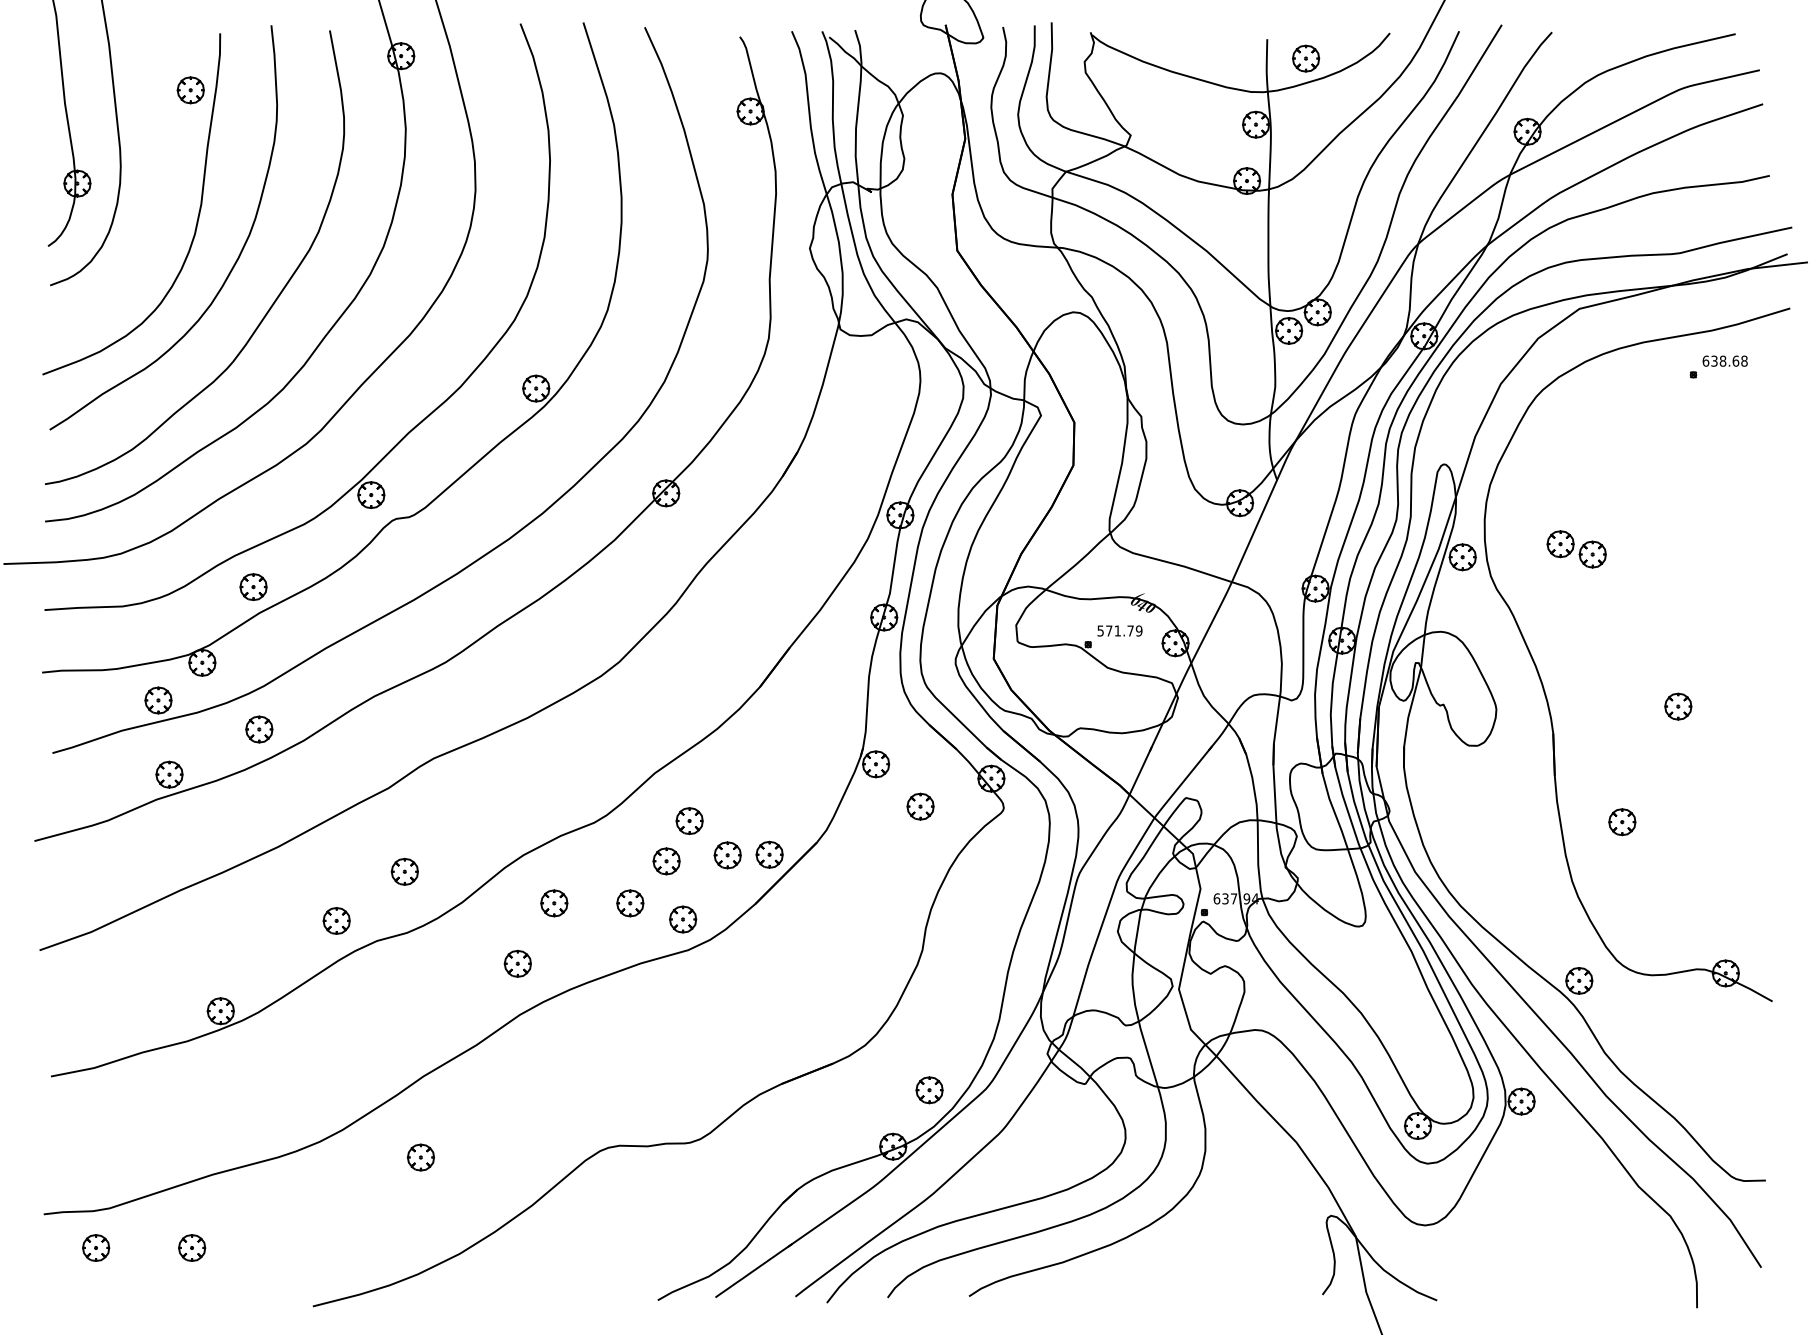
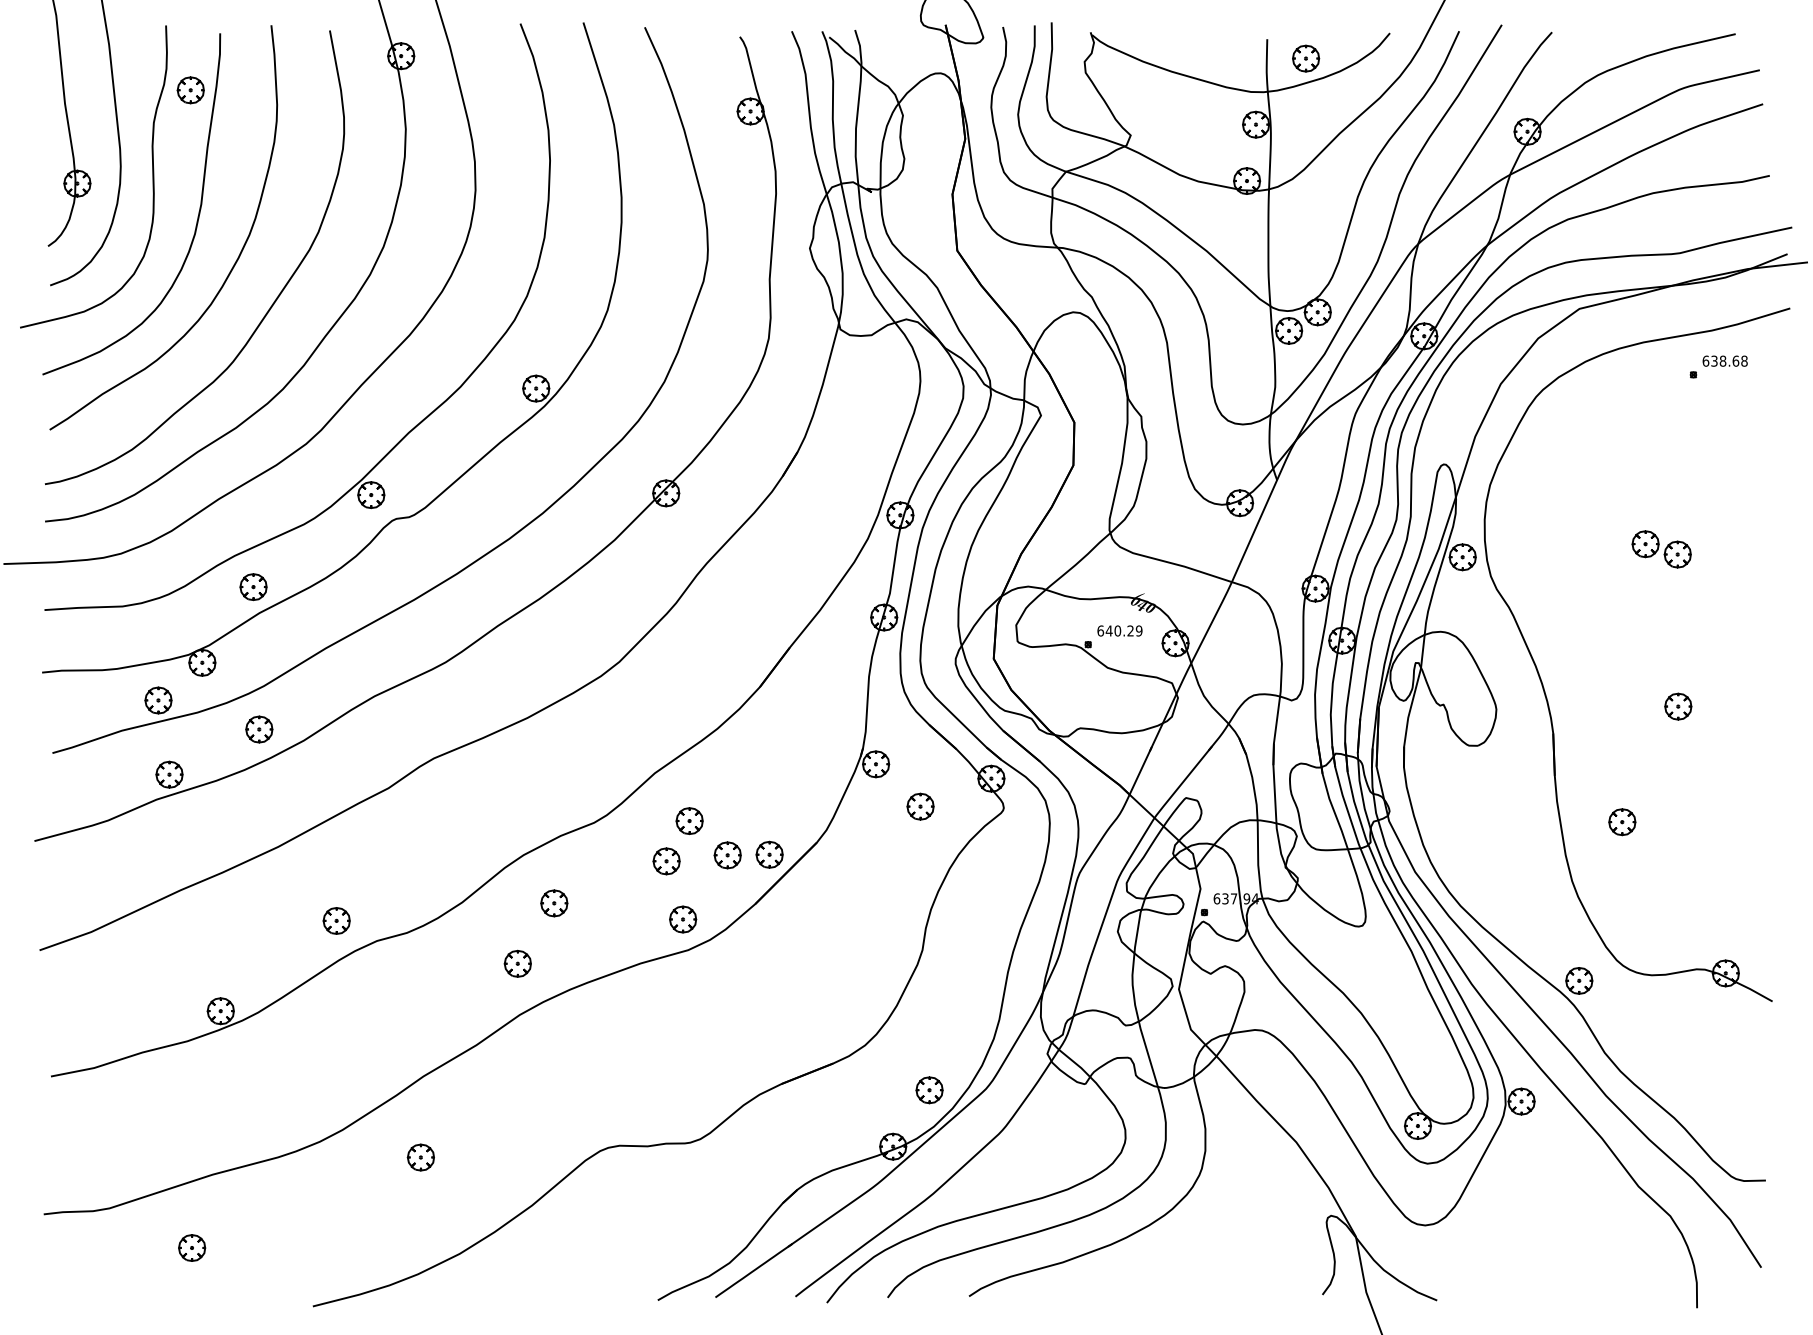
curve at (152, 176): none -> present
part at (1576, 549) position: (1576, 549) -> (1661, 549)
text at (1115, 630): 571.79 -> 640.29
part at (404, 871): present -> none
part at (630, 903): present -> none
part at (96, 1247): present -> none
